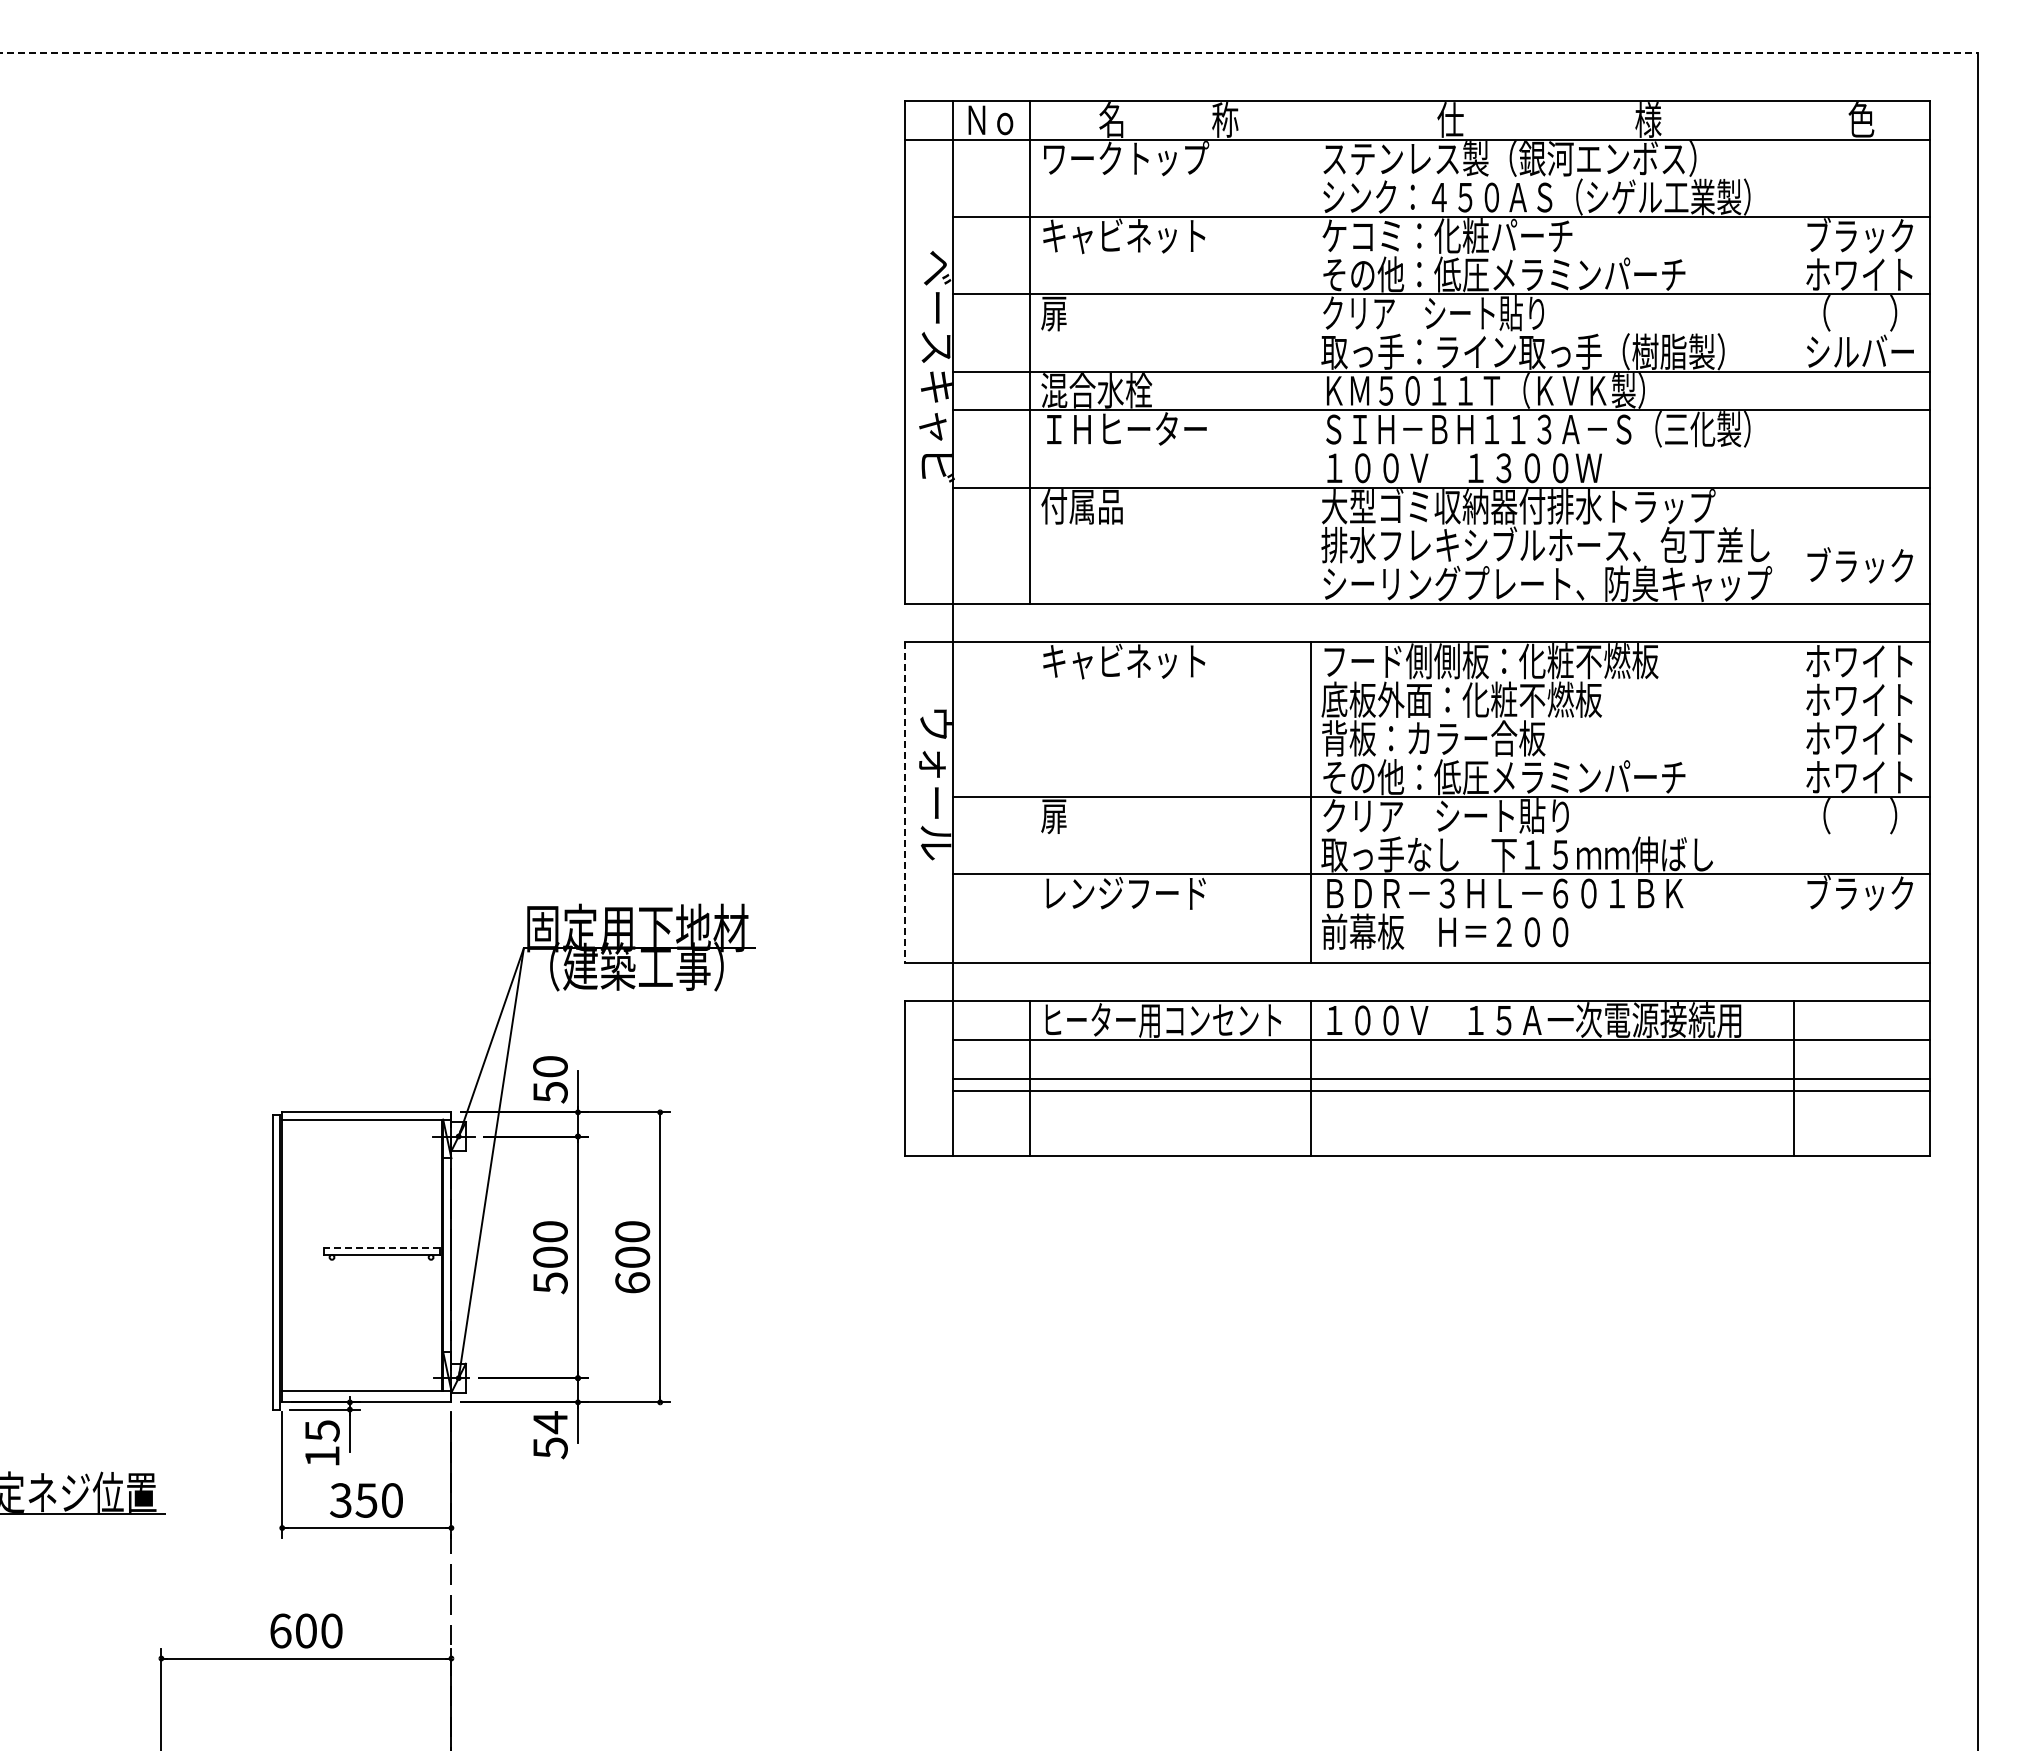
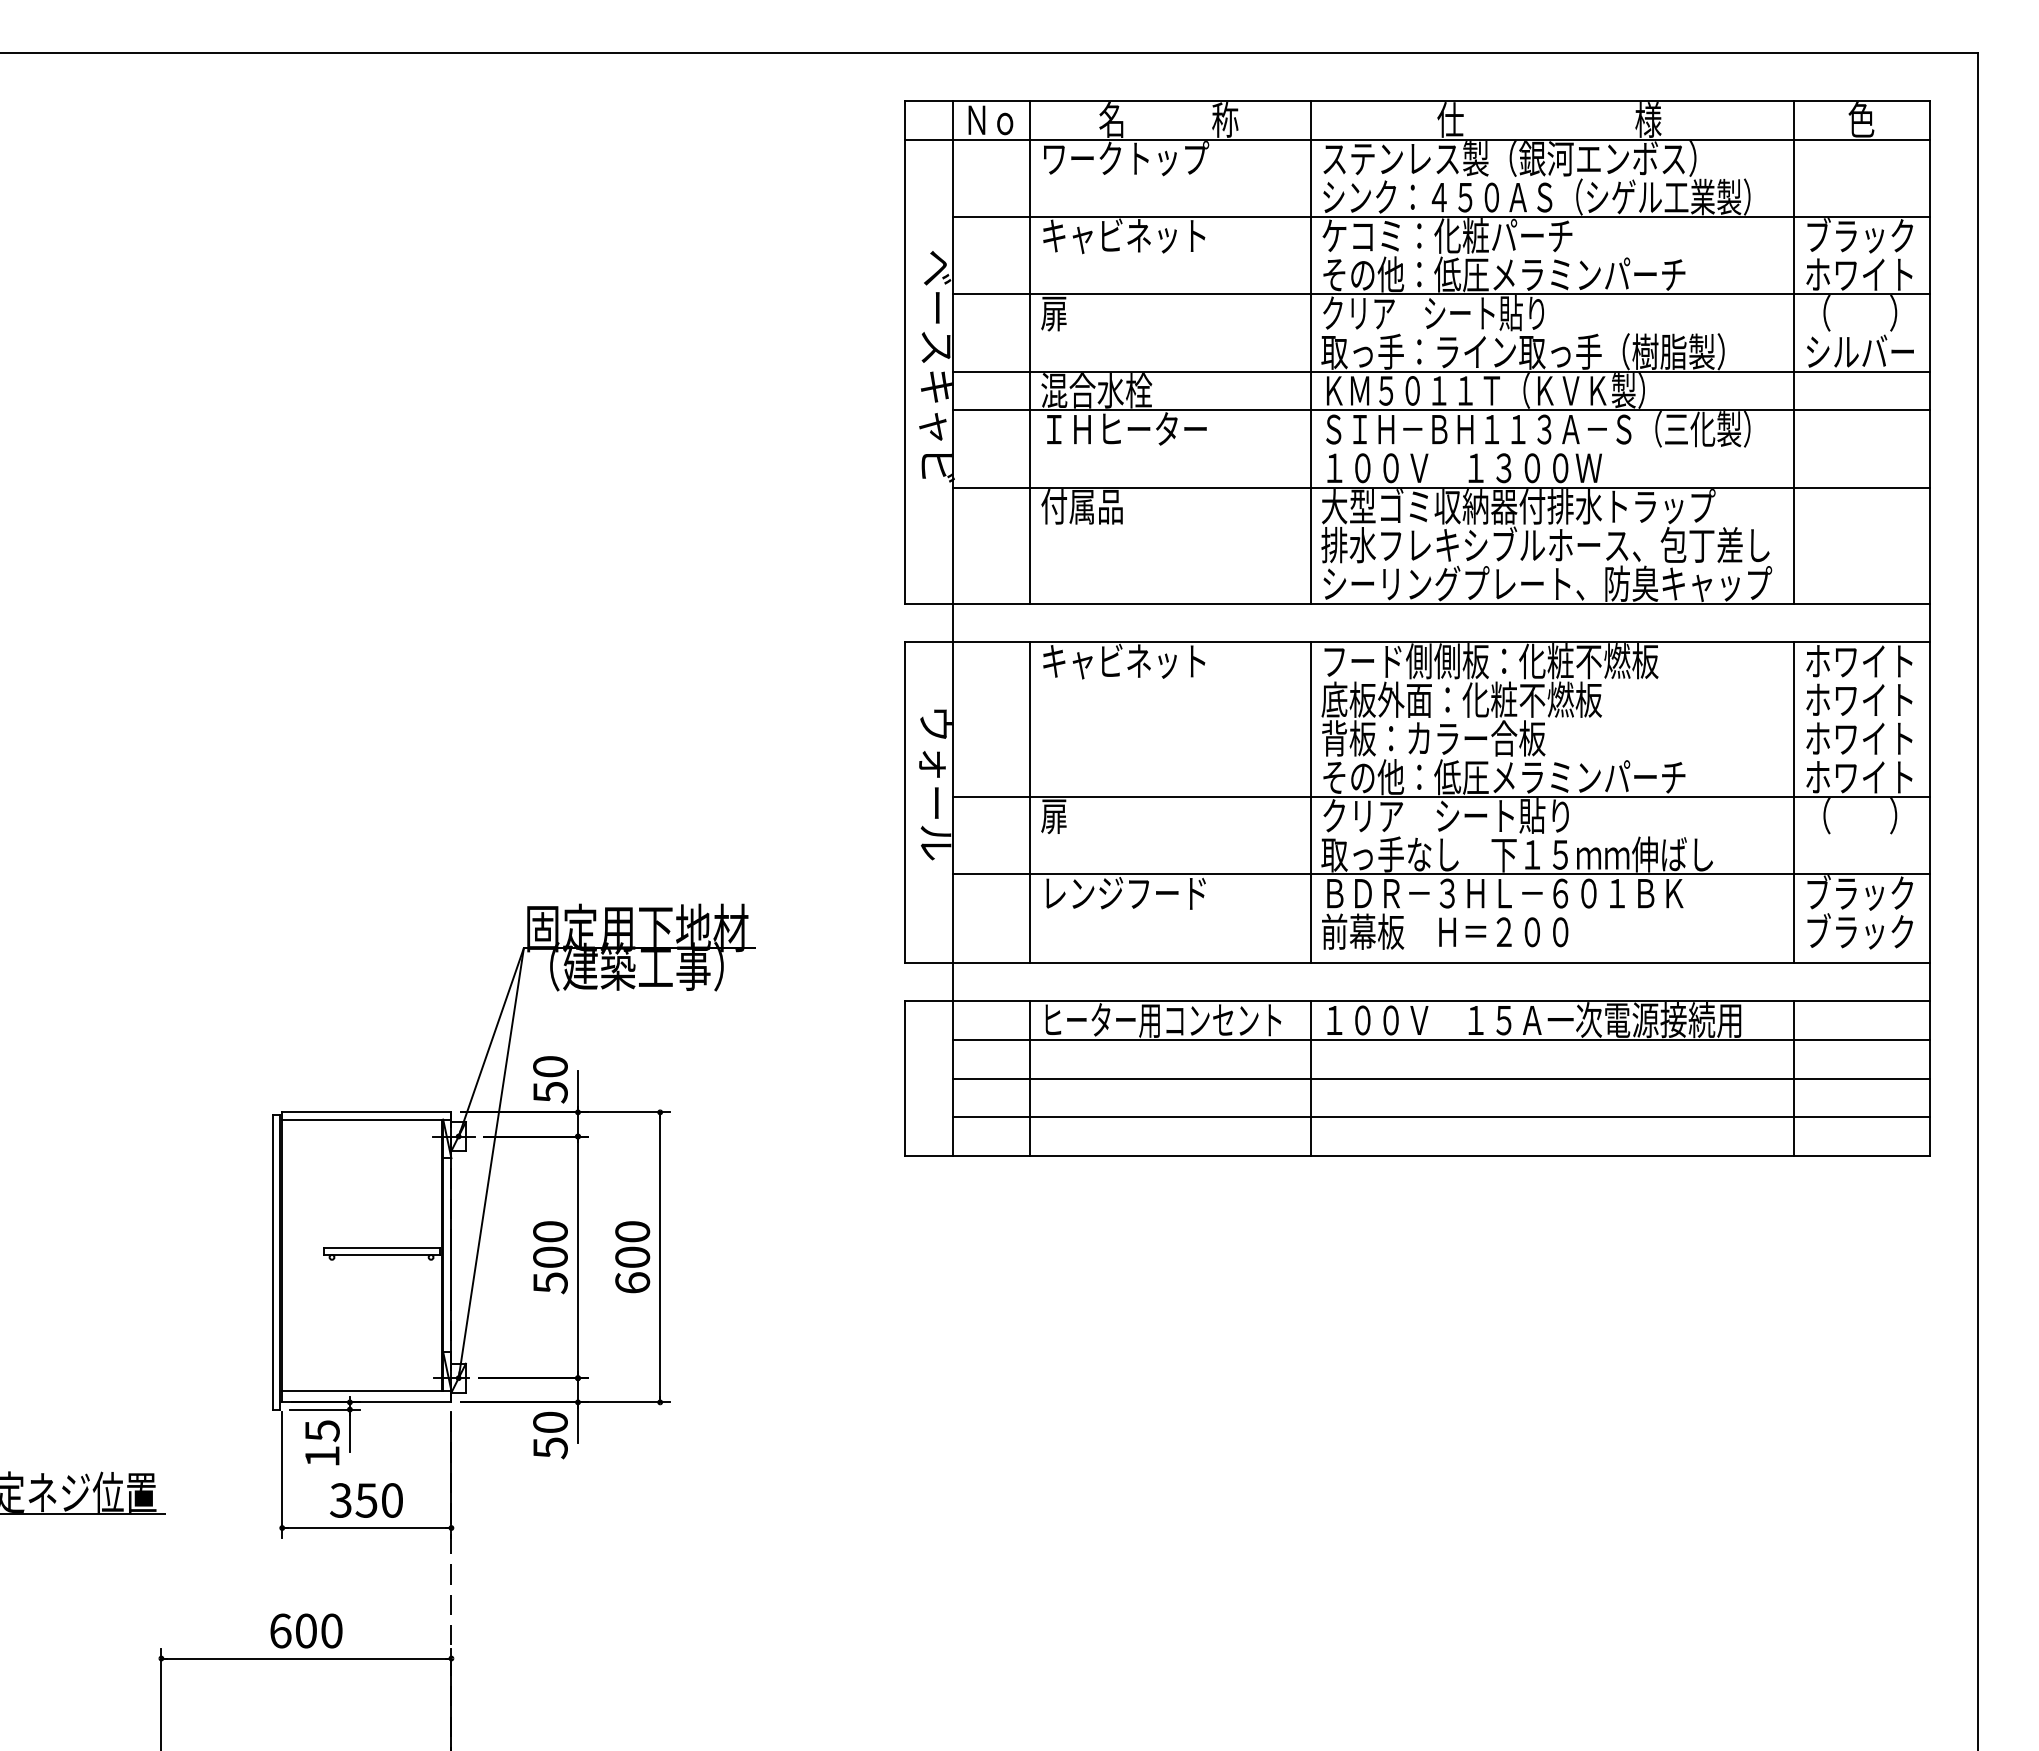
line at (988, 52): dashed -> solid
line at (1310, 351): none -> present
line at (1794, 351): none -> present
text at (1859, 565) position: (1859, 565) -> (1859, 931)
line at (904, 802): dashed -> solid
line at (1030, 802): none -> present
line at (1794, 802): none -> present
line at (1441, 1091) position: (1441, 1091) -> (1441, 1117)
line at (381, 1247): dashed -> solid
text at (550, 1422): 54 -> 50
